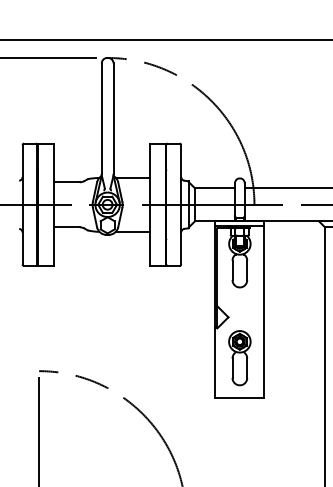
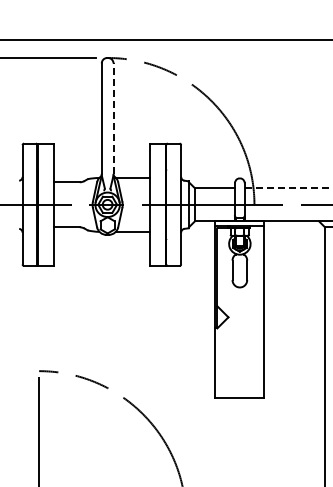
line at (113, 118): solid -> dashed
line at (288, 188): solid -> dashed
part at (239, 358): present -> none
